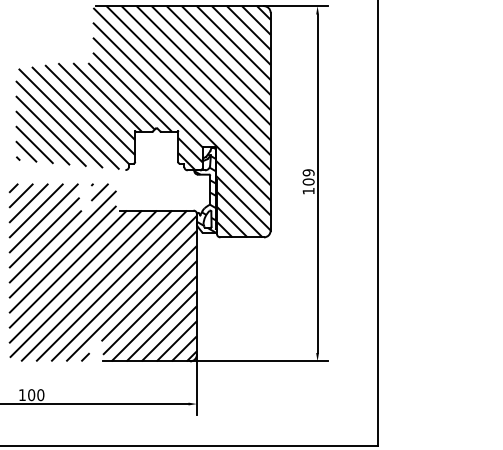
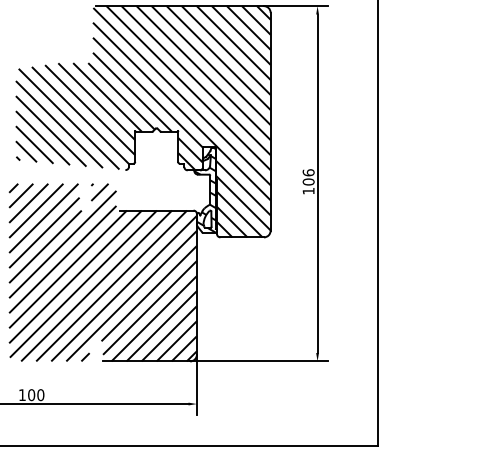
text at (308, 172): 109 -> 106
